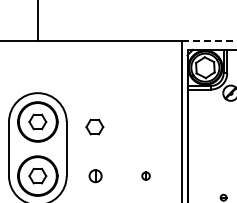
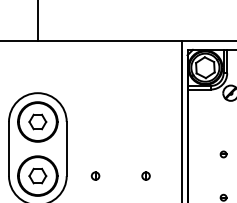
line at (210, 40): dashed -> solid
part at (94, 126): present -> none
part at (223, 154): none -> present
part at (95, 176) size: 15x15 px -> 11x10 px
